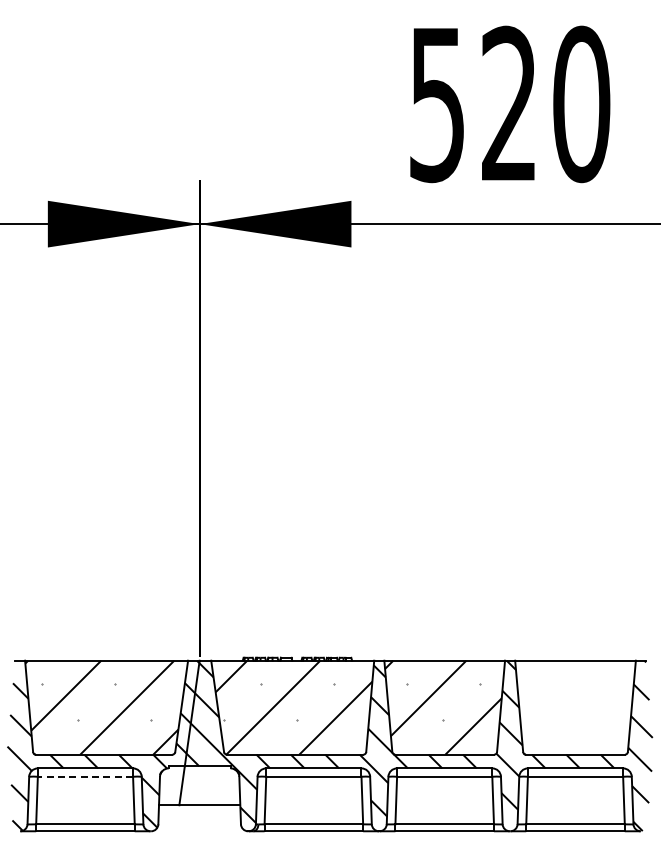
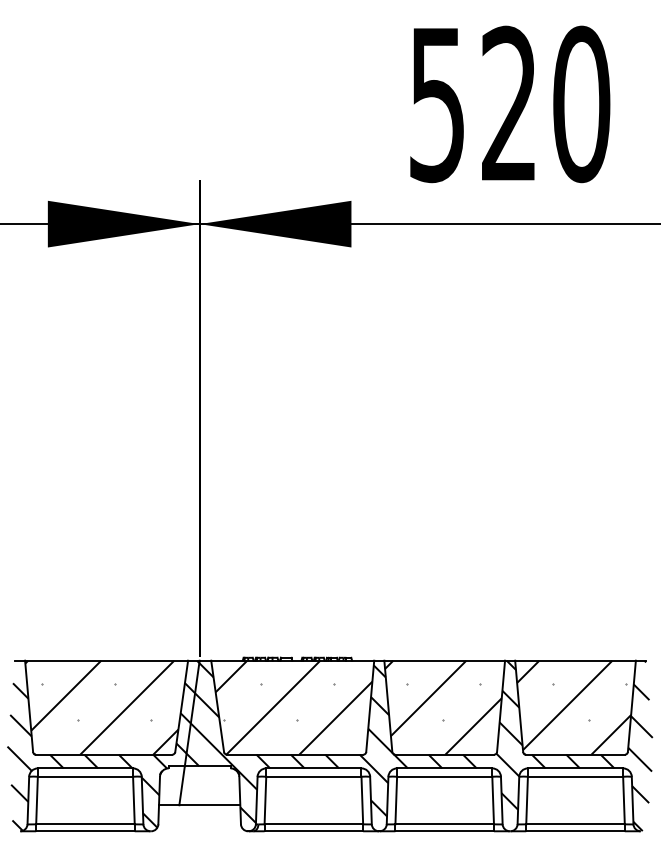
hatch at (574, 707): none -> present
line at (85, 776): dashed -> solid
